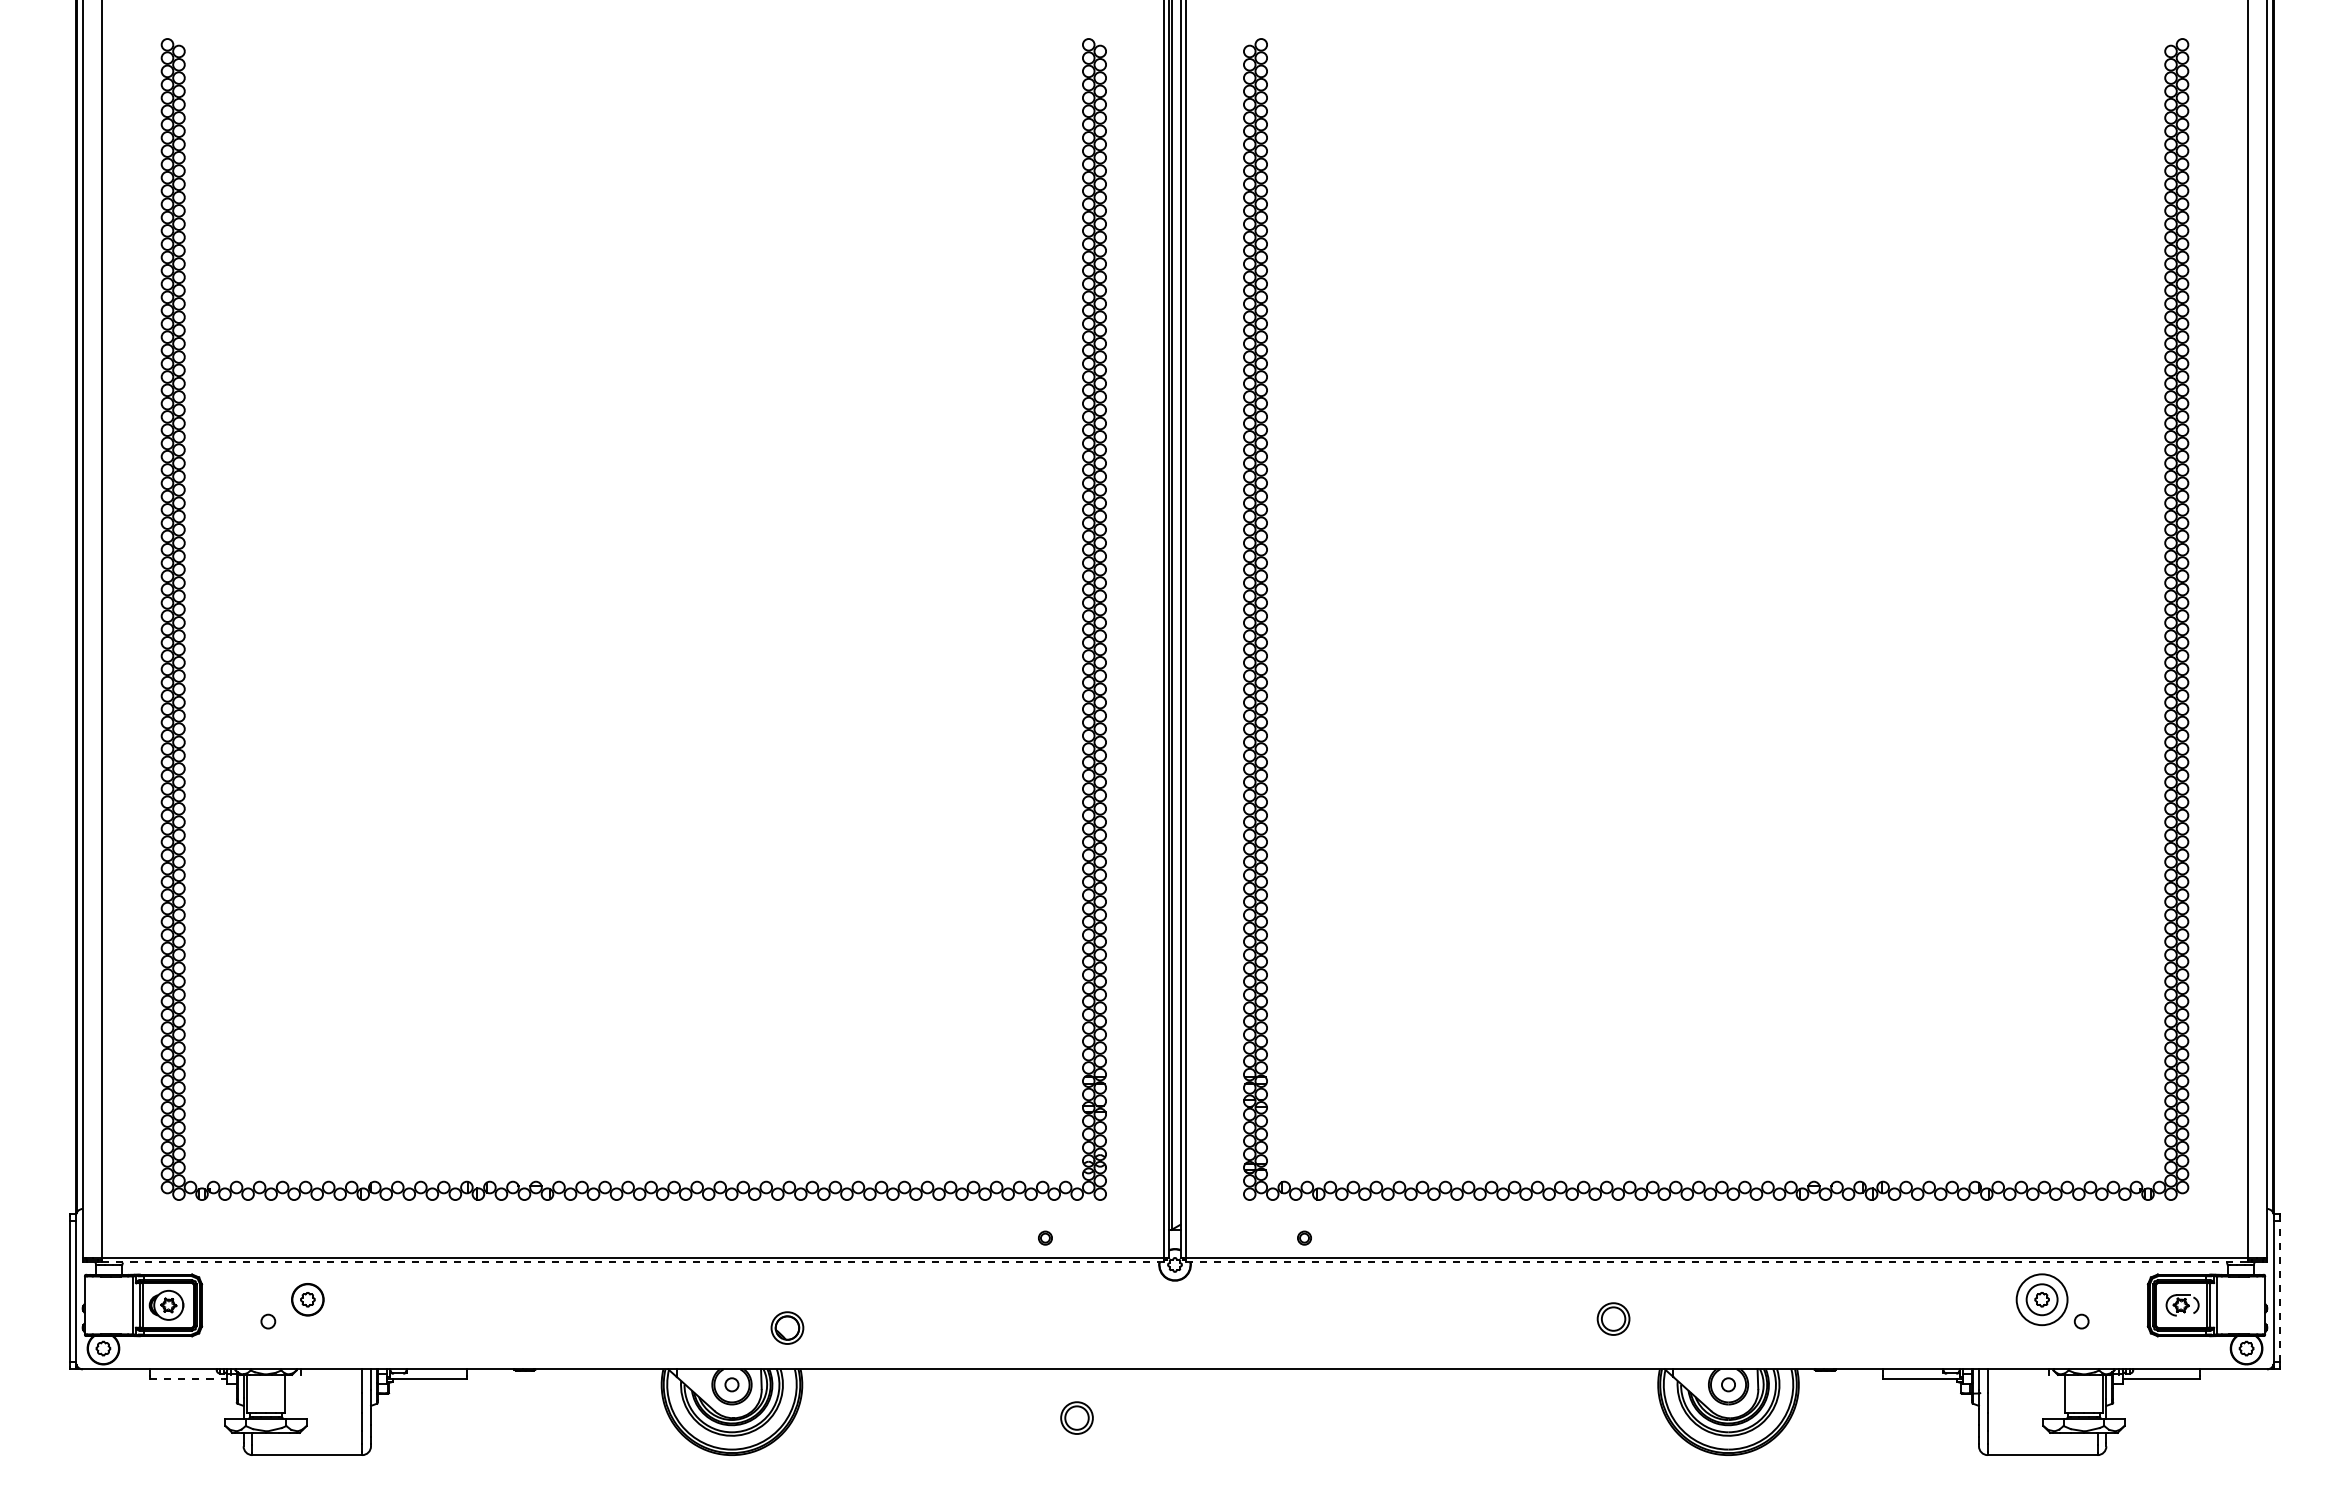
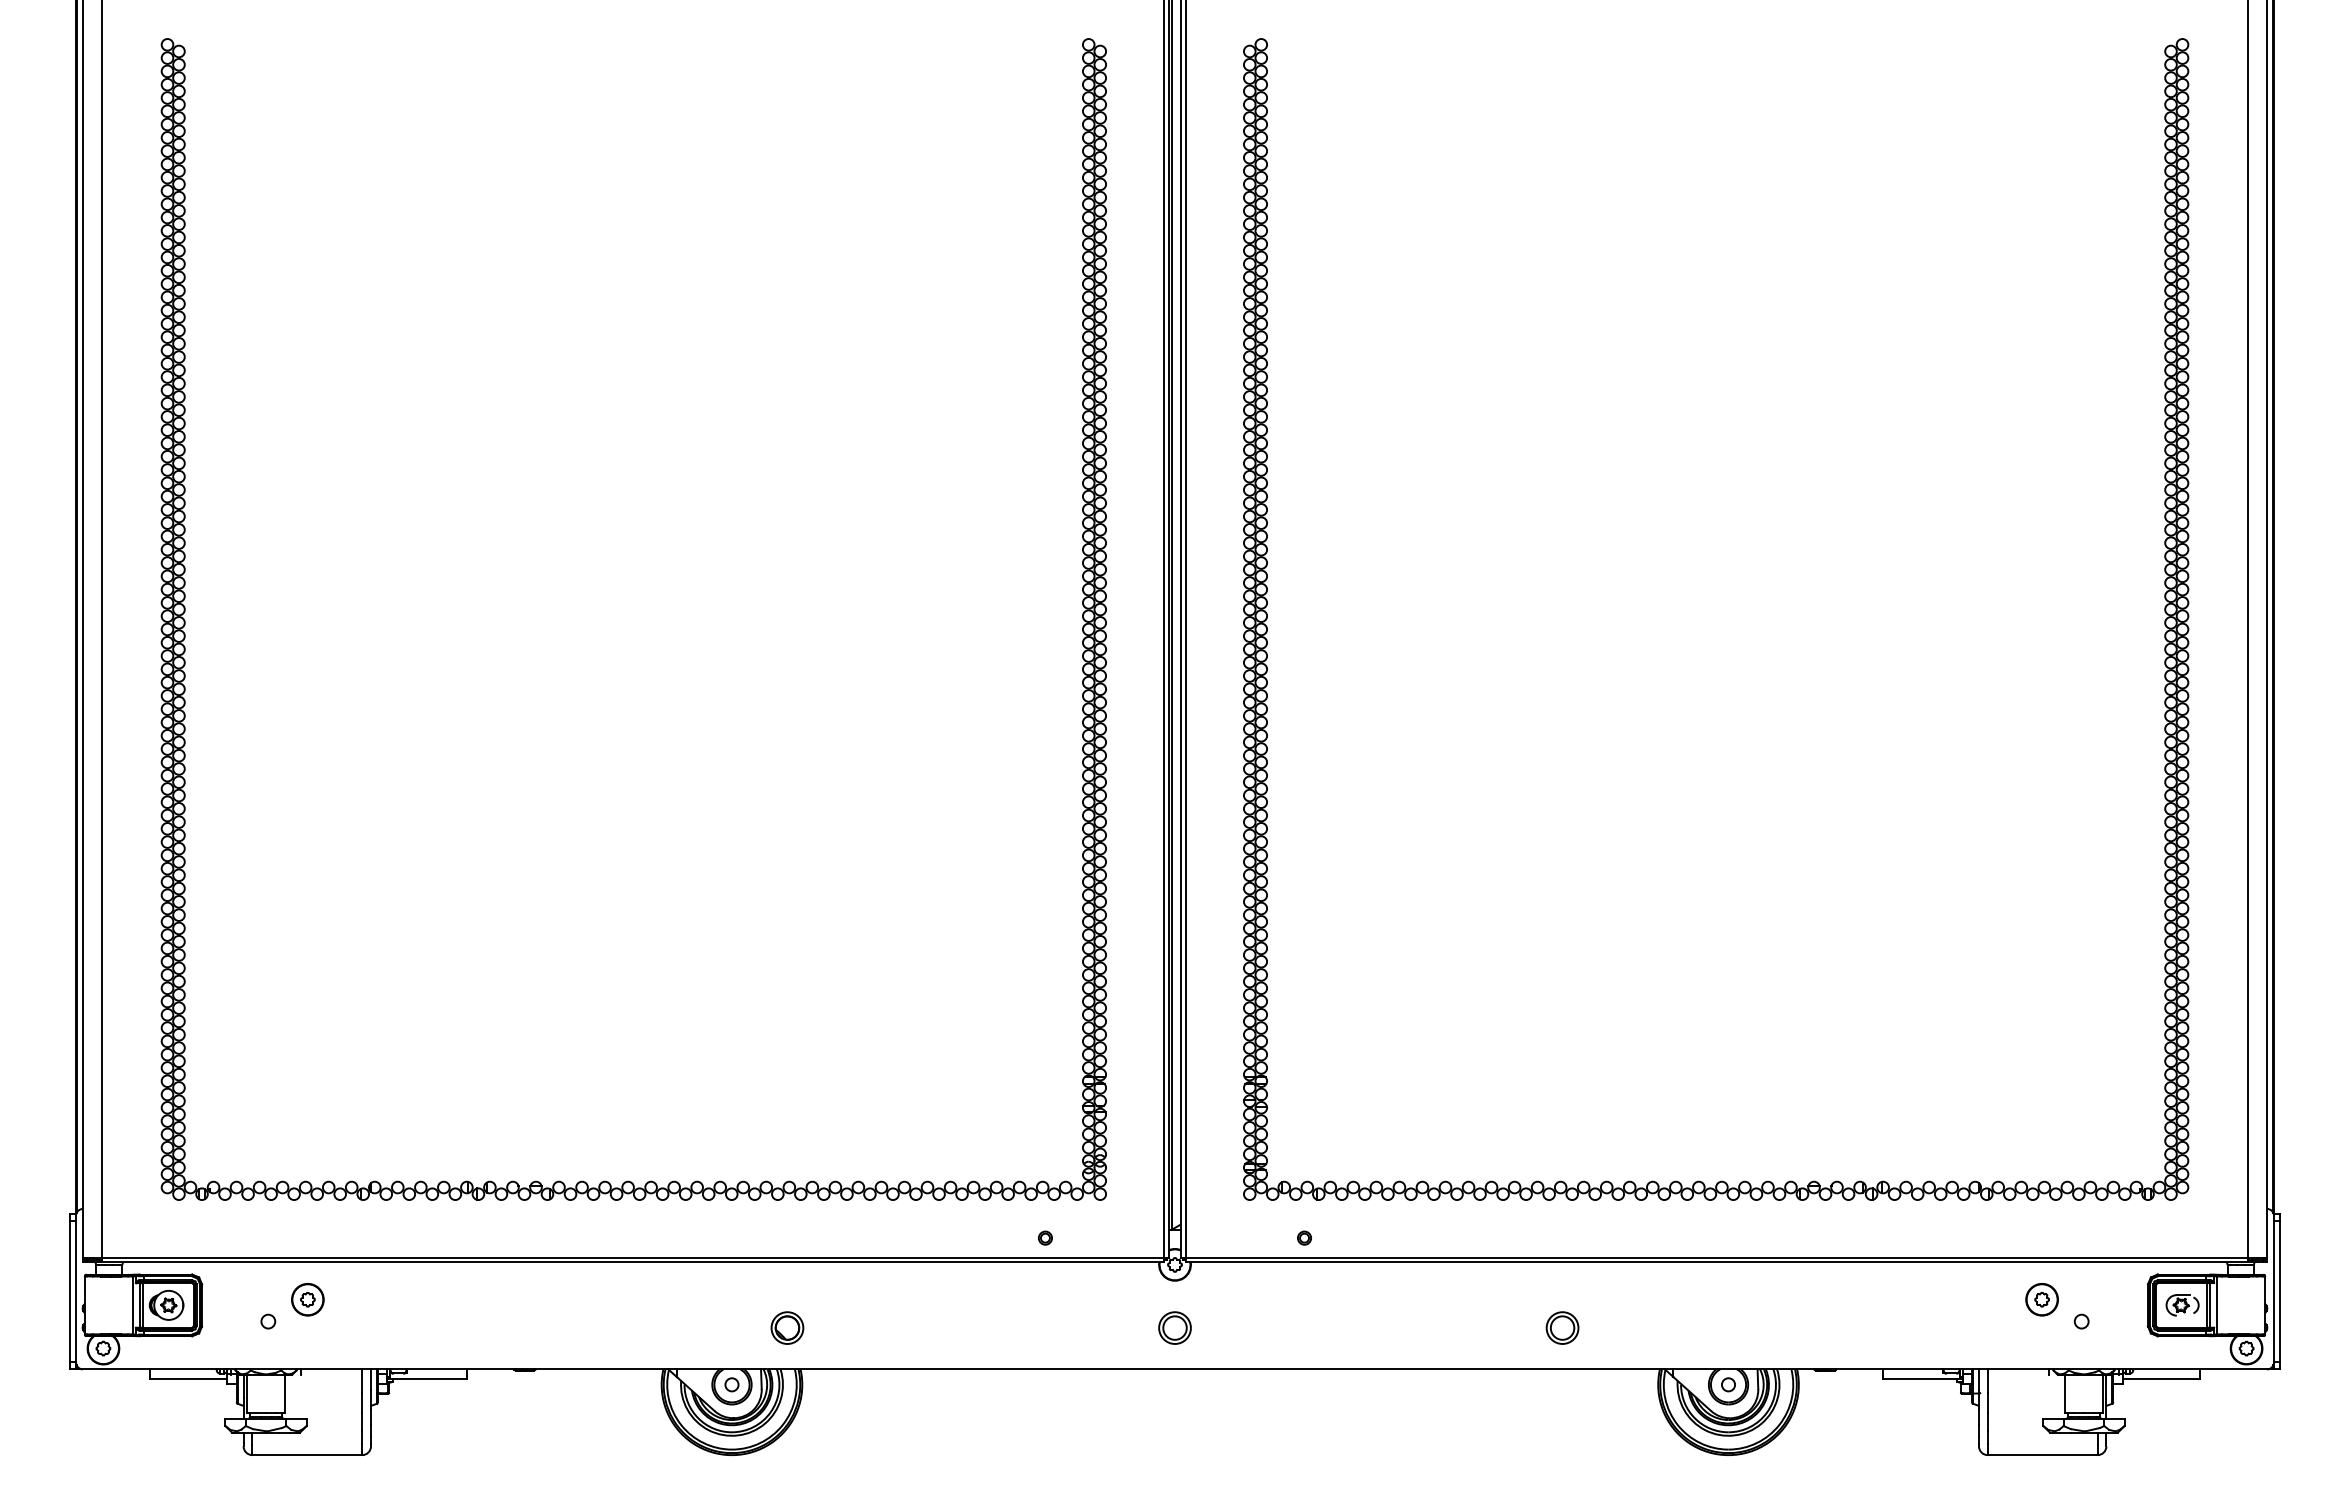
line at (633, 1262): dashed -> solid
line at (1717, 1262): dashed -> solid
line at (2279, 1291): dashed -> solid
circle at (2041, 1299) diameter: 51 px -> 32 px
part at (1613, 1318) position: (1613, 1318) -> (1562, 1327)
line at (189, 1379): dashed -> solid
part at (1076, 1417) position: (1076, 1417) -> (1174, 1327)
